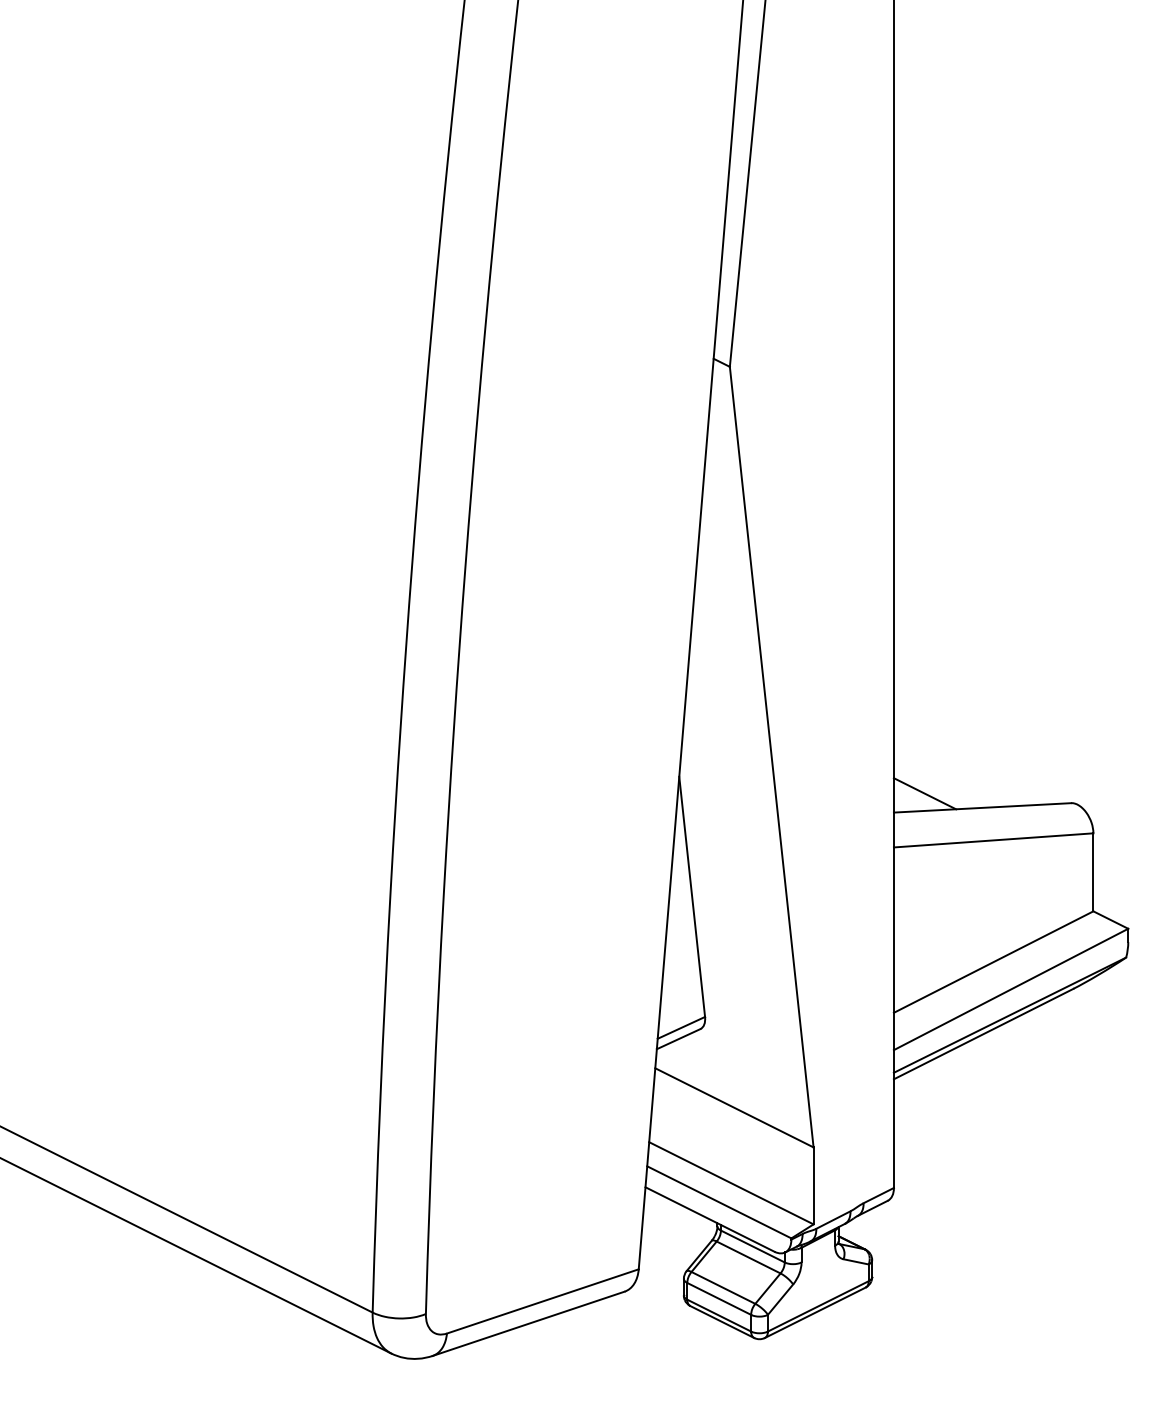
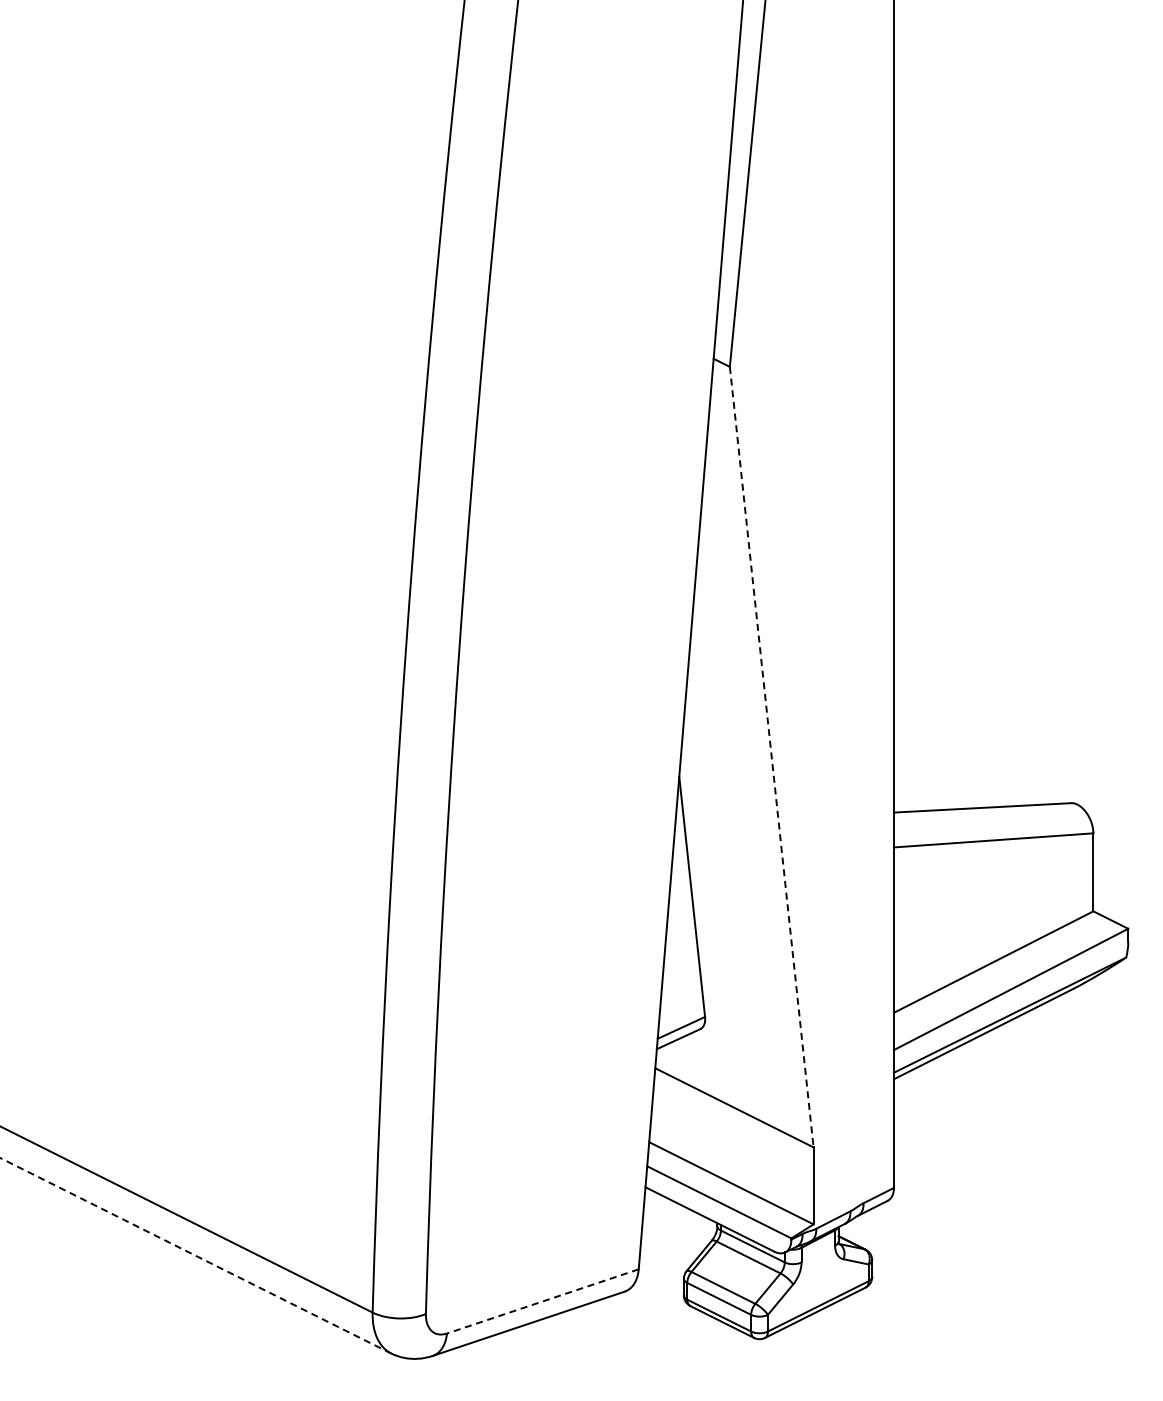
line at (771, 757): solid -> dashed
line at (924, 793): present -> none
line at (195, 1255): solid -> dashed
line at (542, 1301): solid -> dashed
